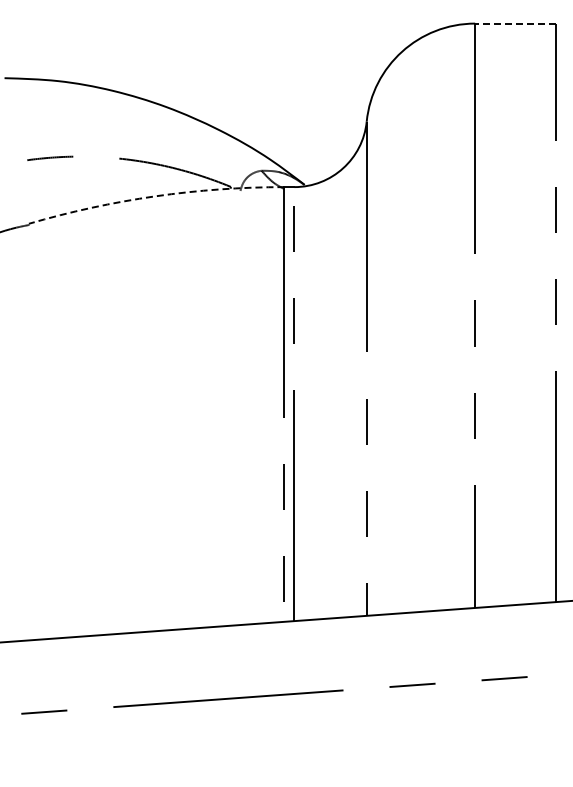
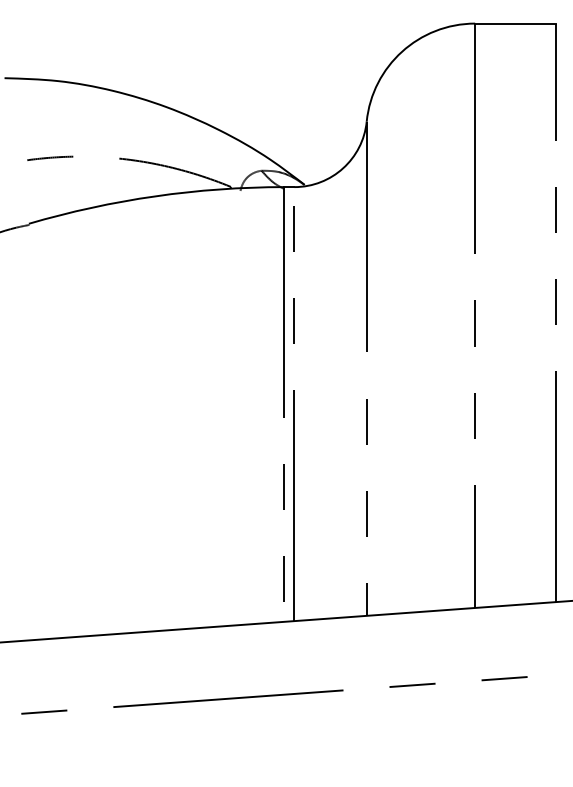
line at (514, 23): dashed -> solid
arc at (155, 196): dashed -> solid
